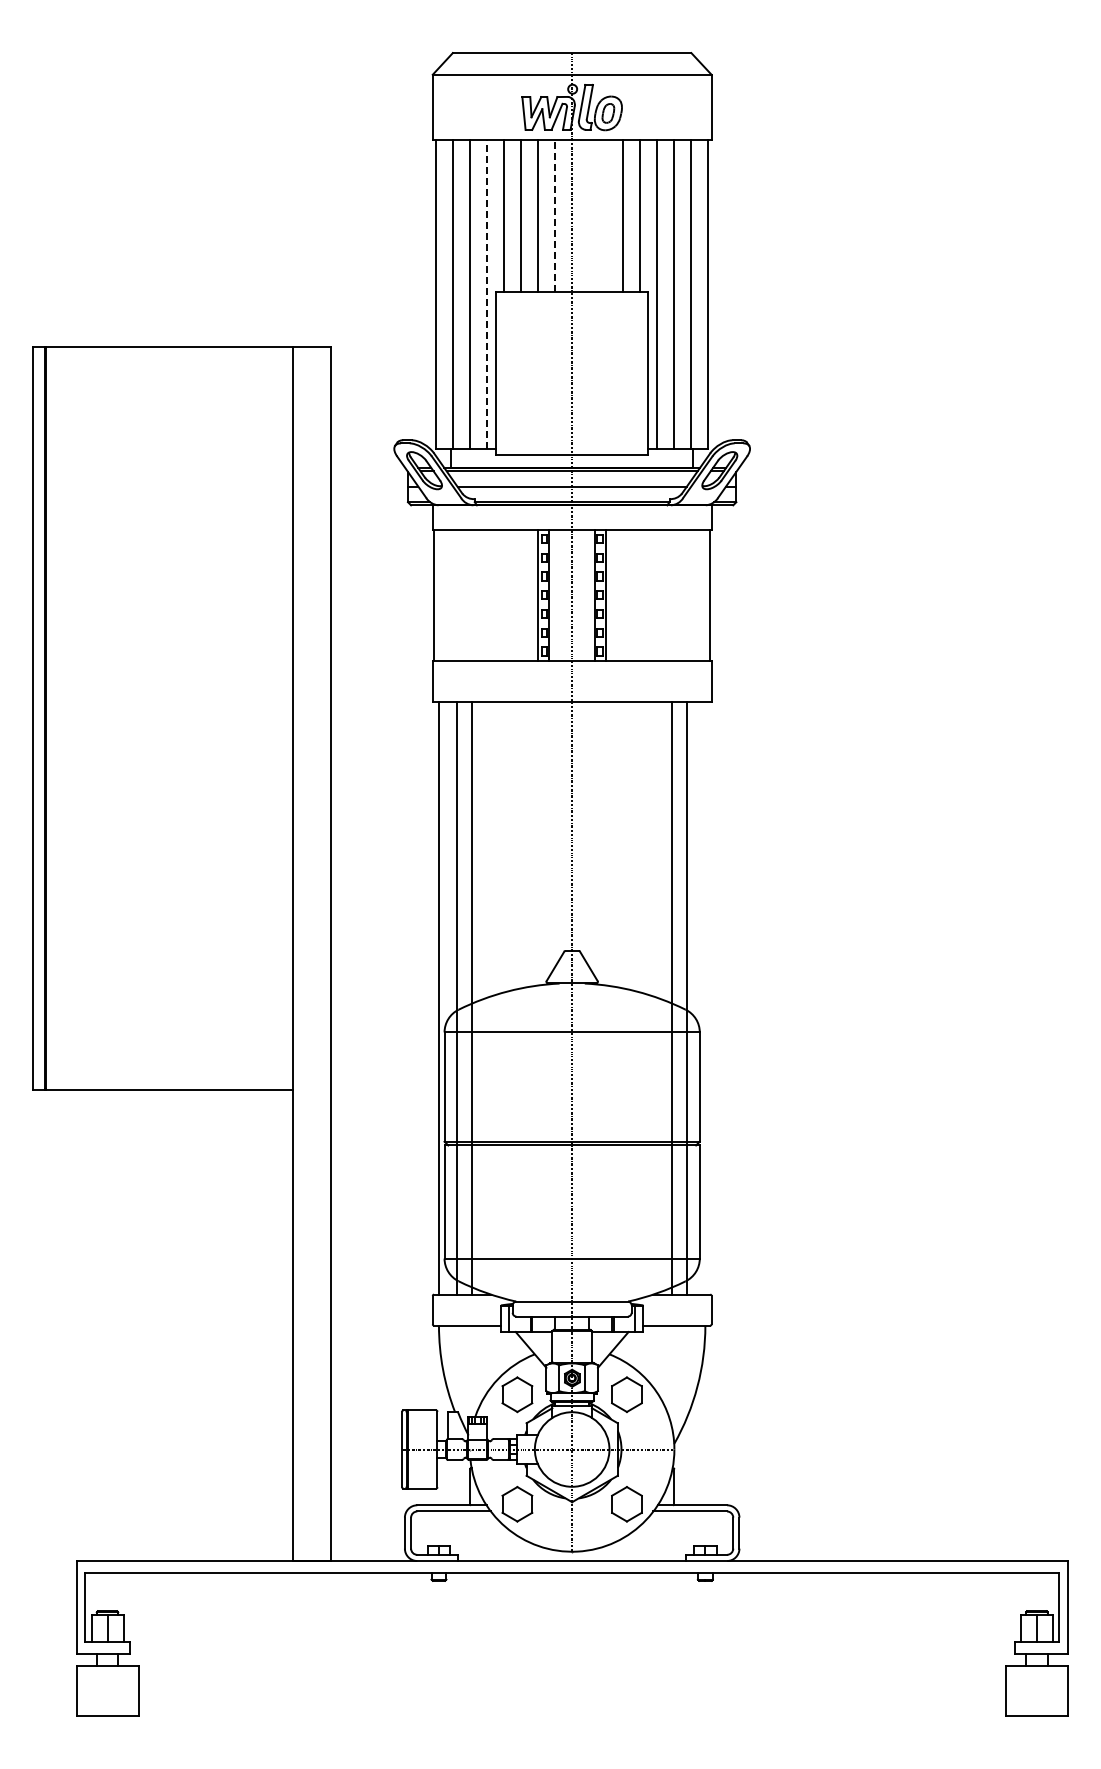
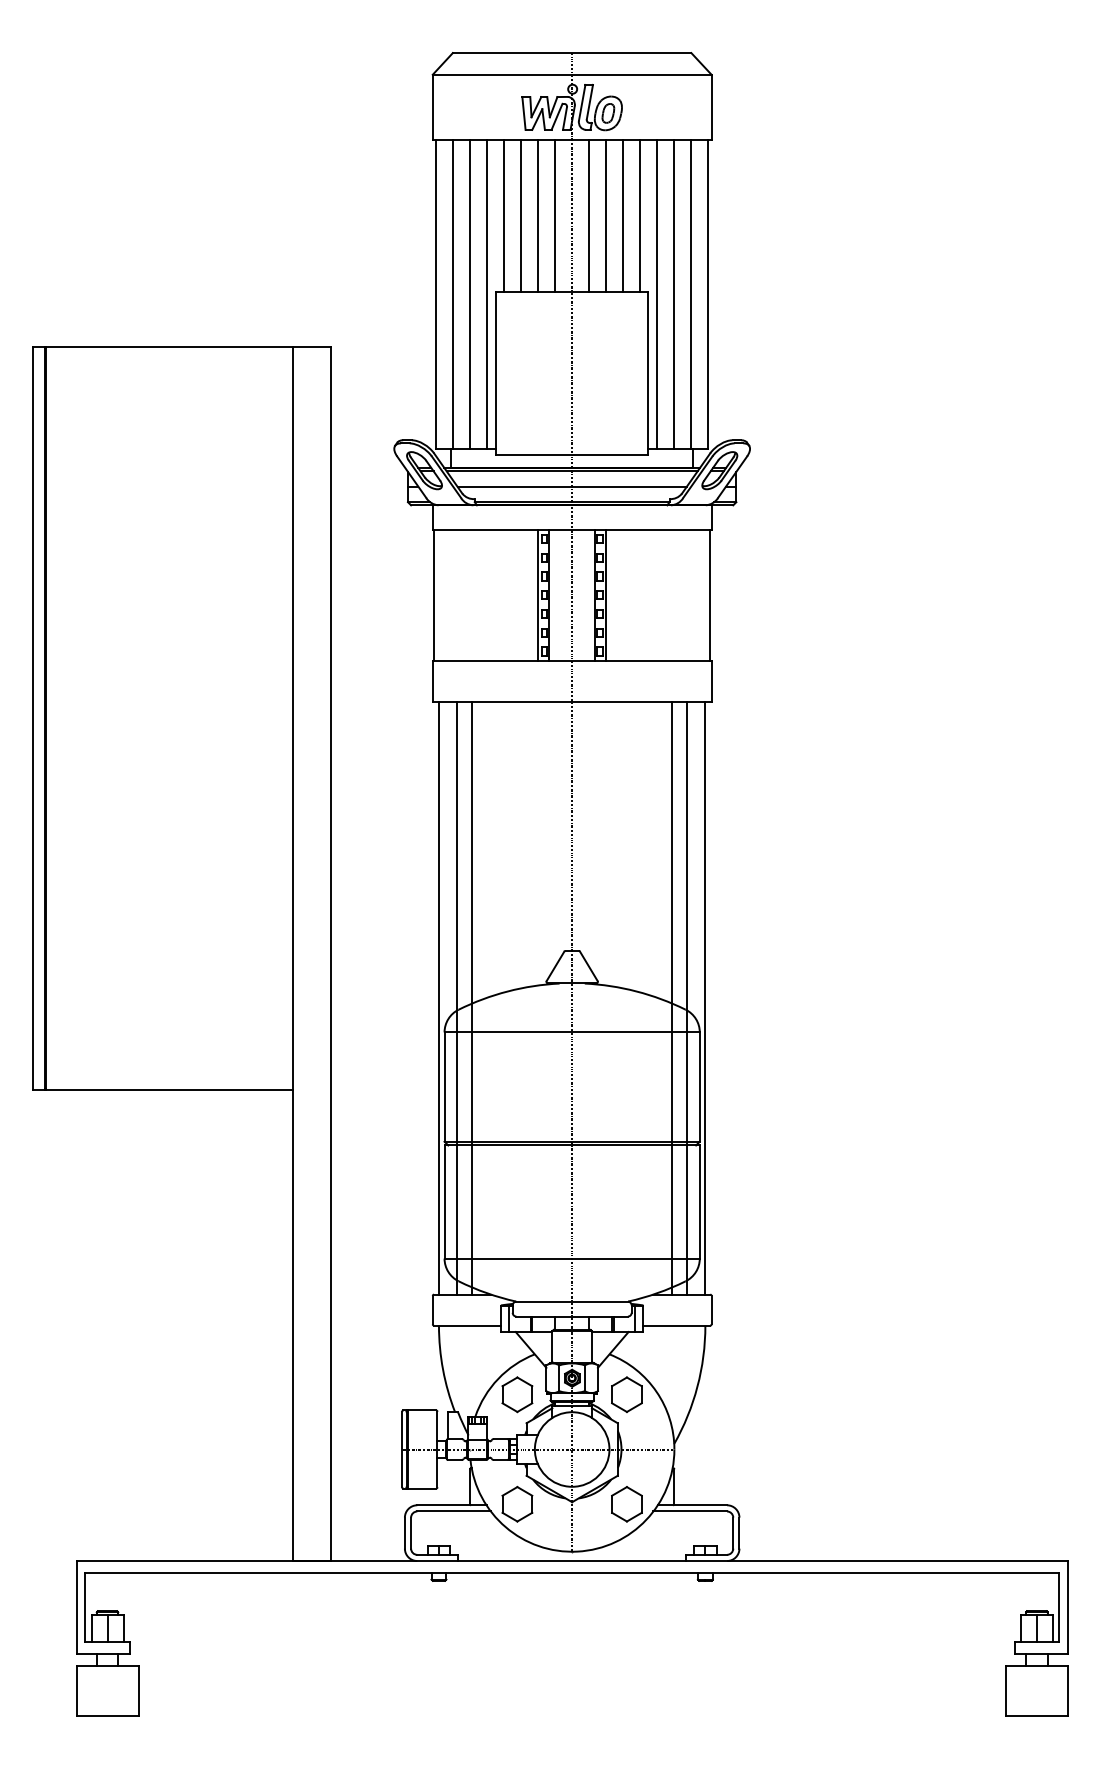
line at (555, 215): dashed -> solid
line at (589, 215): none -> present
line at (606, 215): none -> present
line at (487, 293): dashed -> solid
line at (705, 997): none -> present
